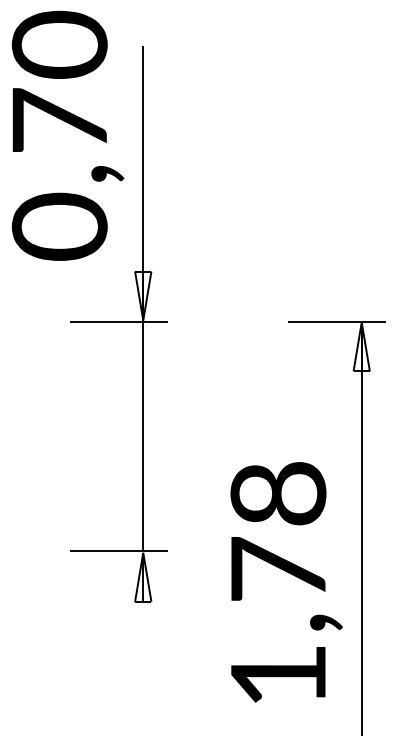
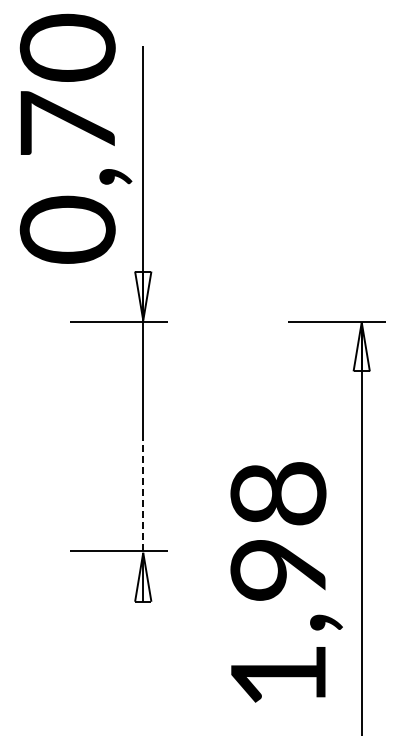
text at (67, 135) position: (67, 135) -> (75, 138)
line at (143, 493): solid -> dashed
text at (277, 568): 1,78 -> 1,98
